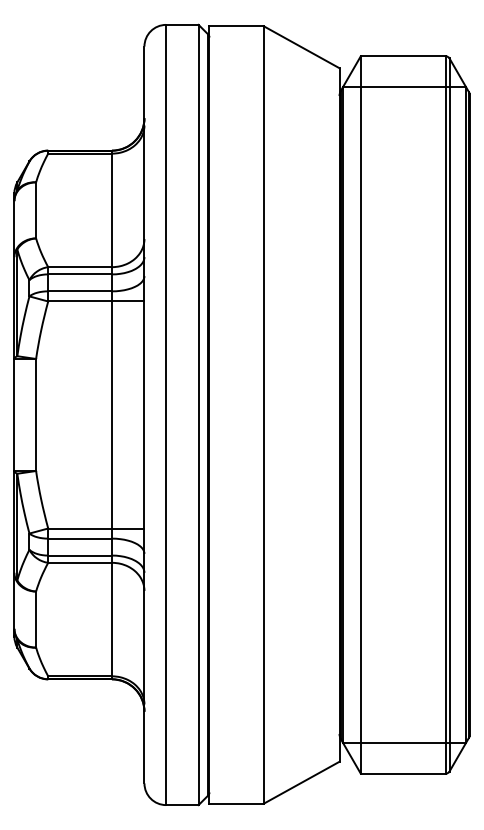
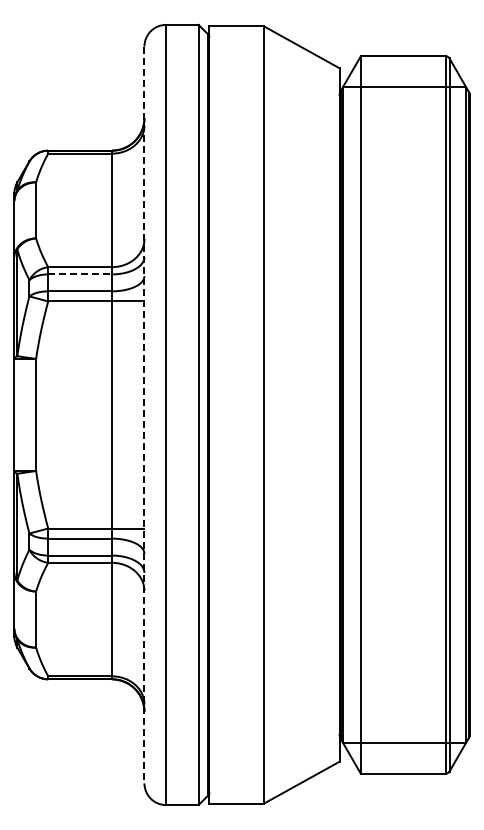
line at (80, 274): solid -> dashed
line at (144, 415): solid -> dashed
